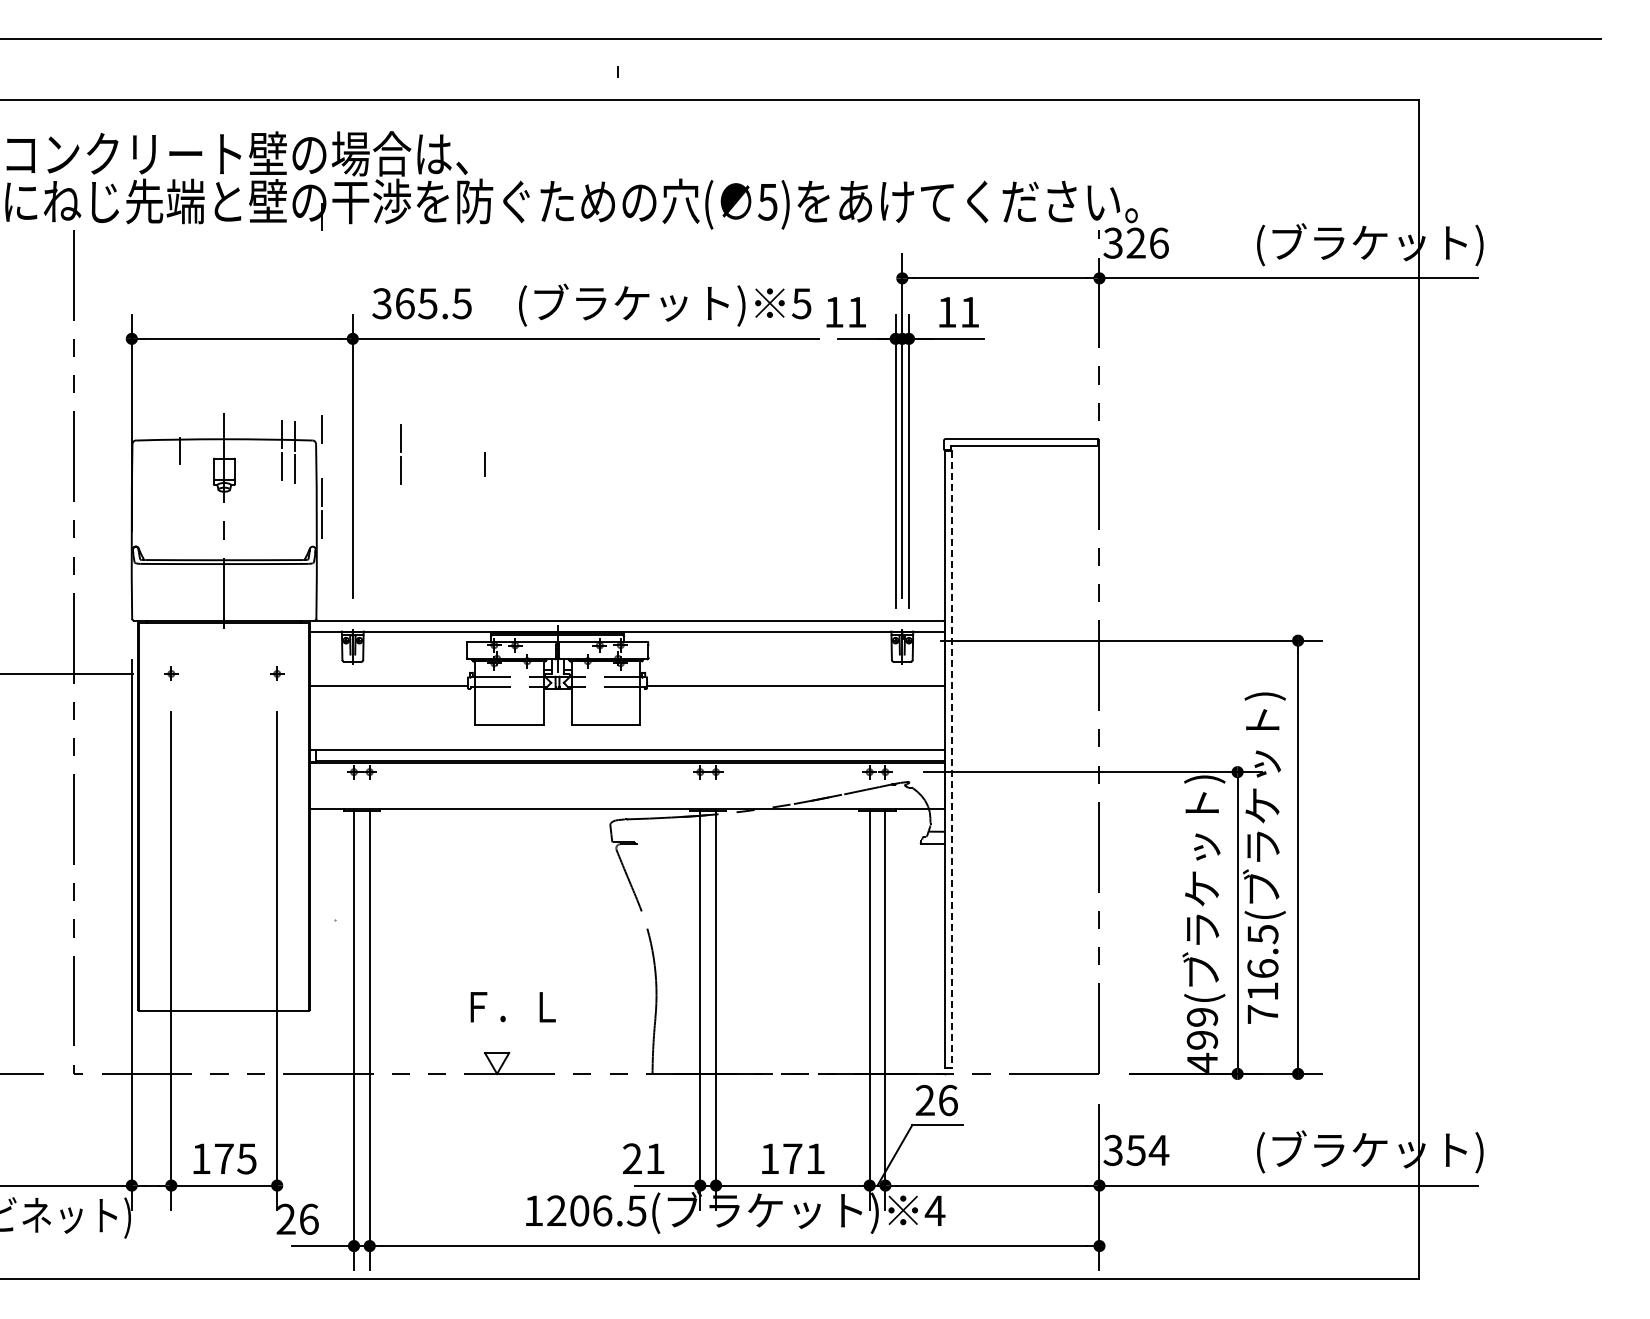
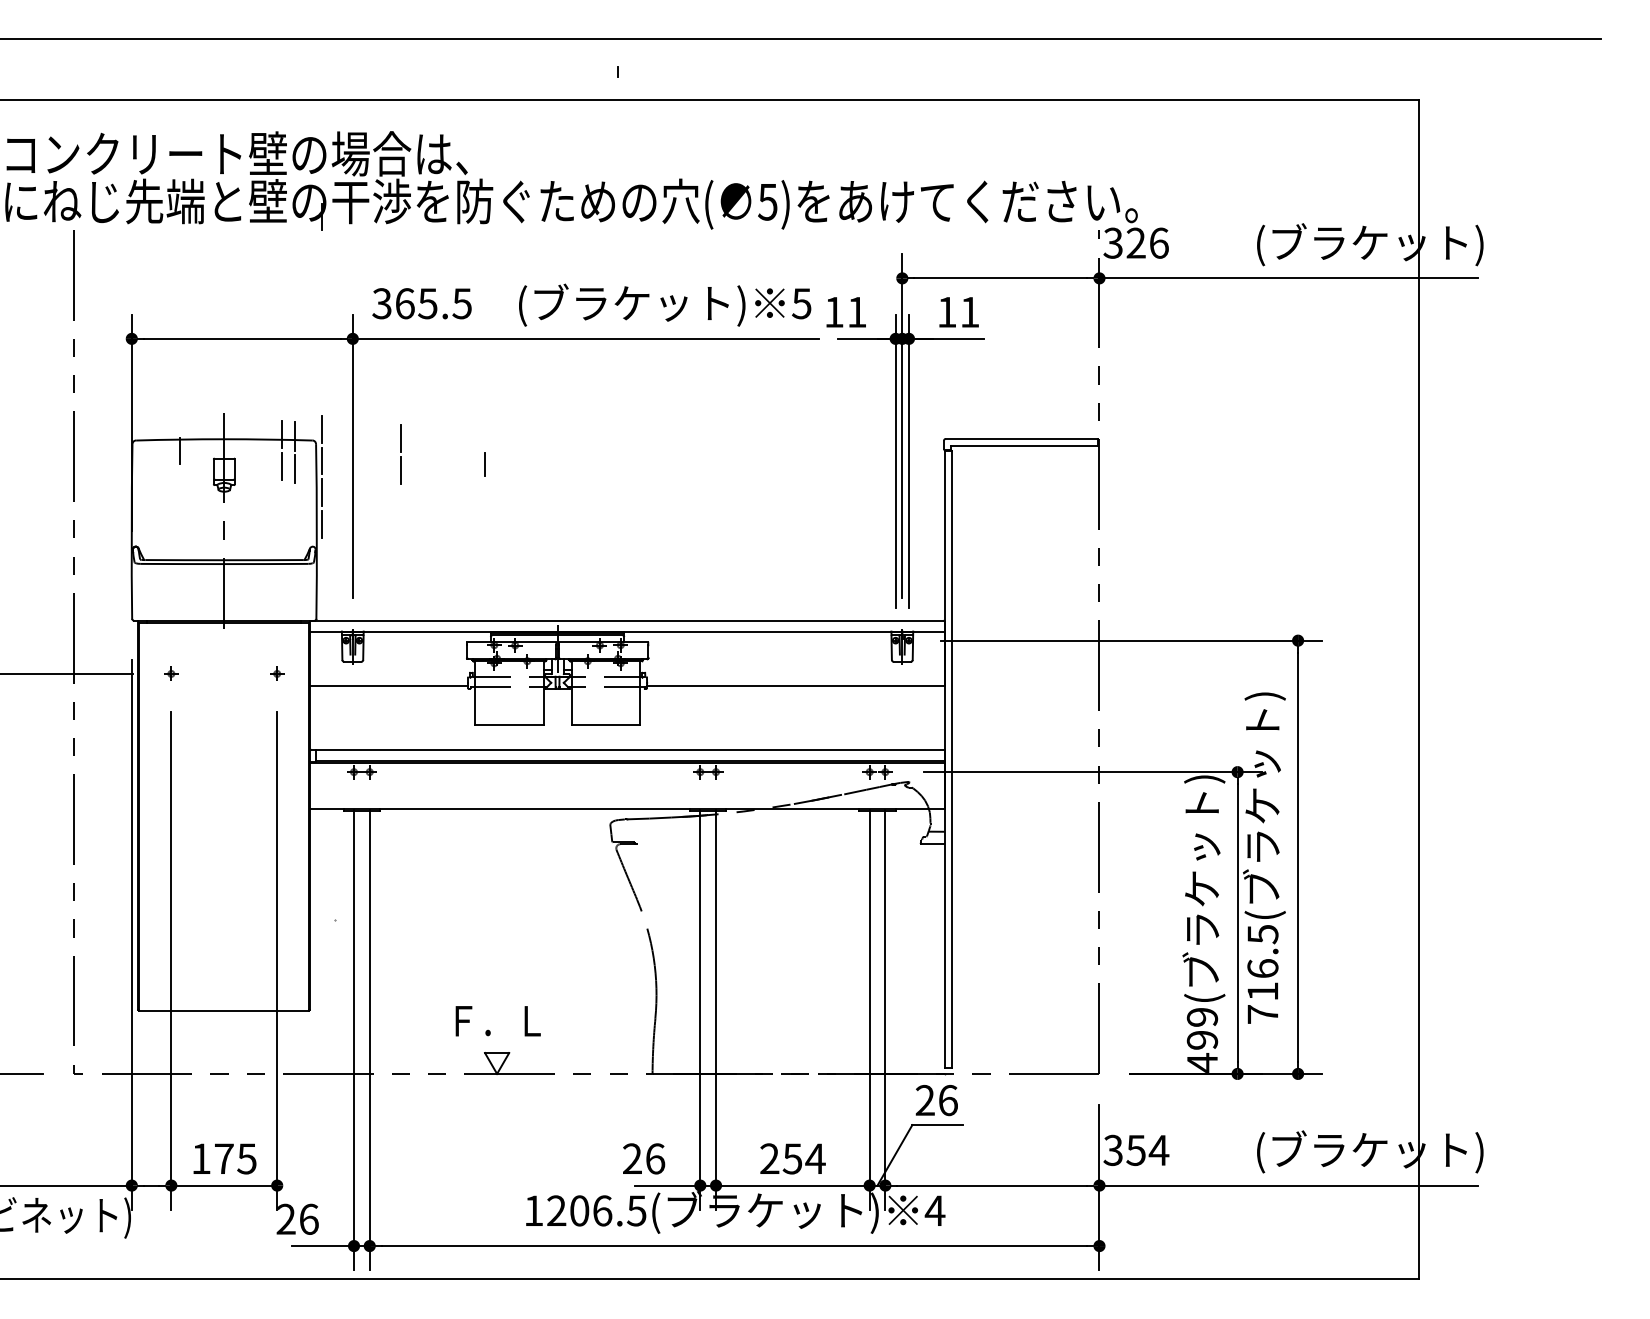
line at (321, 460): none -> present
line at (951, 759): dashed -> solid
text at (512, 1007) position: (512, 1007) -> (497, 1021)
text at (655, 1158): 21 -> 26
text at (792, 1158): 171 -> 254
